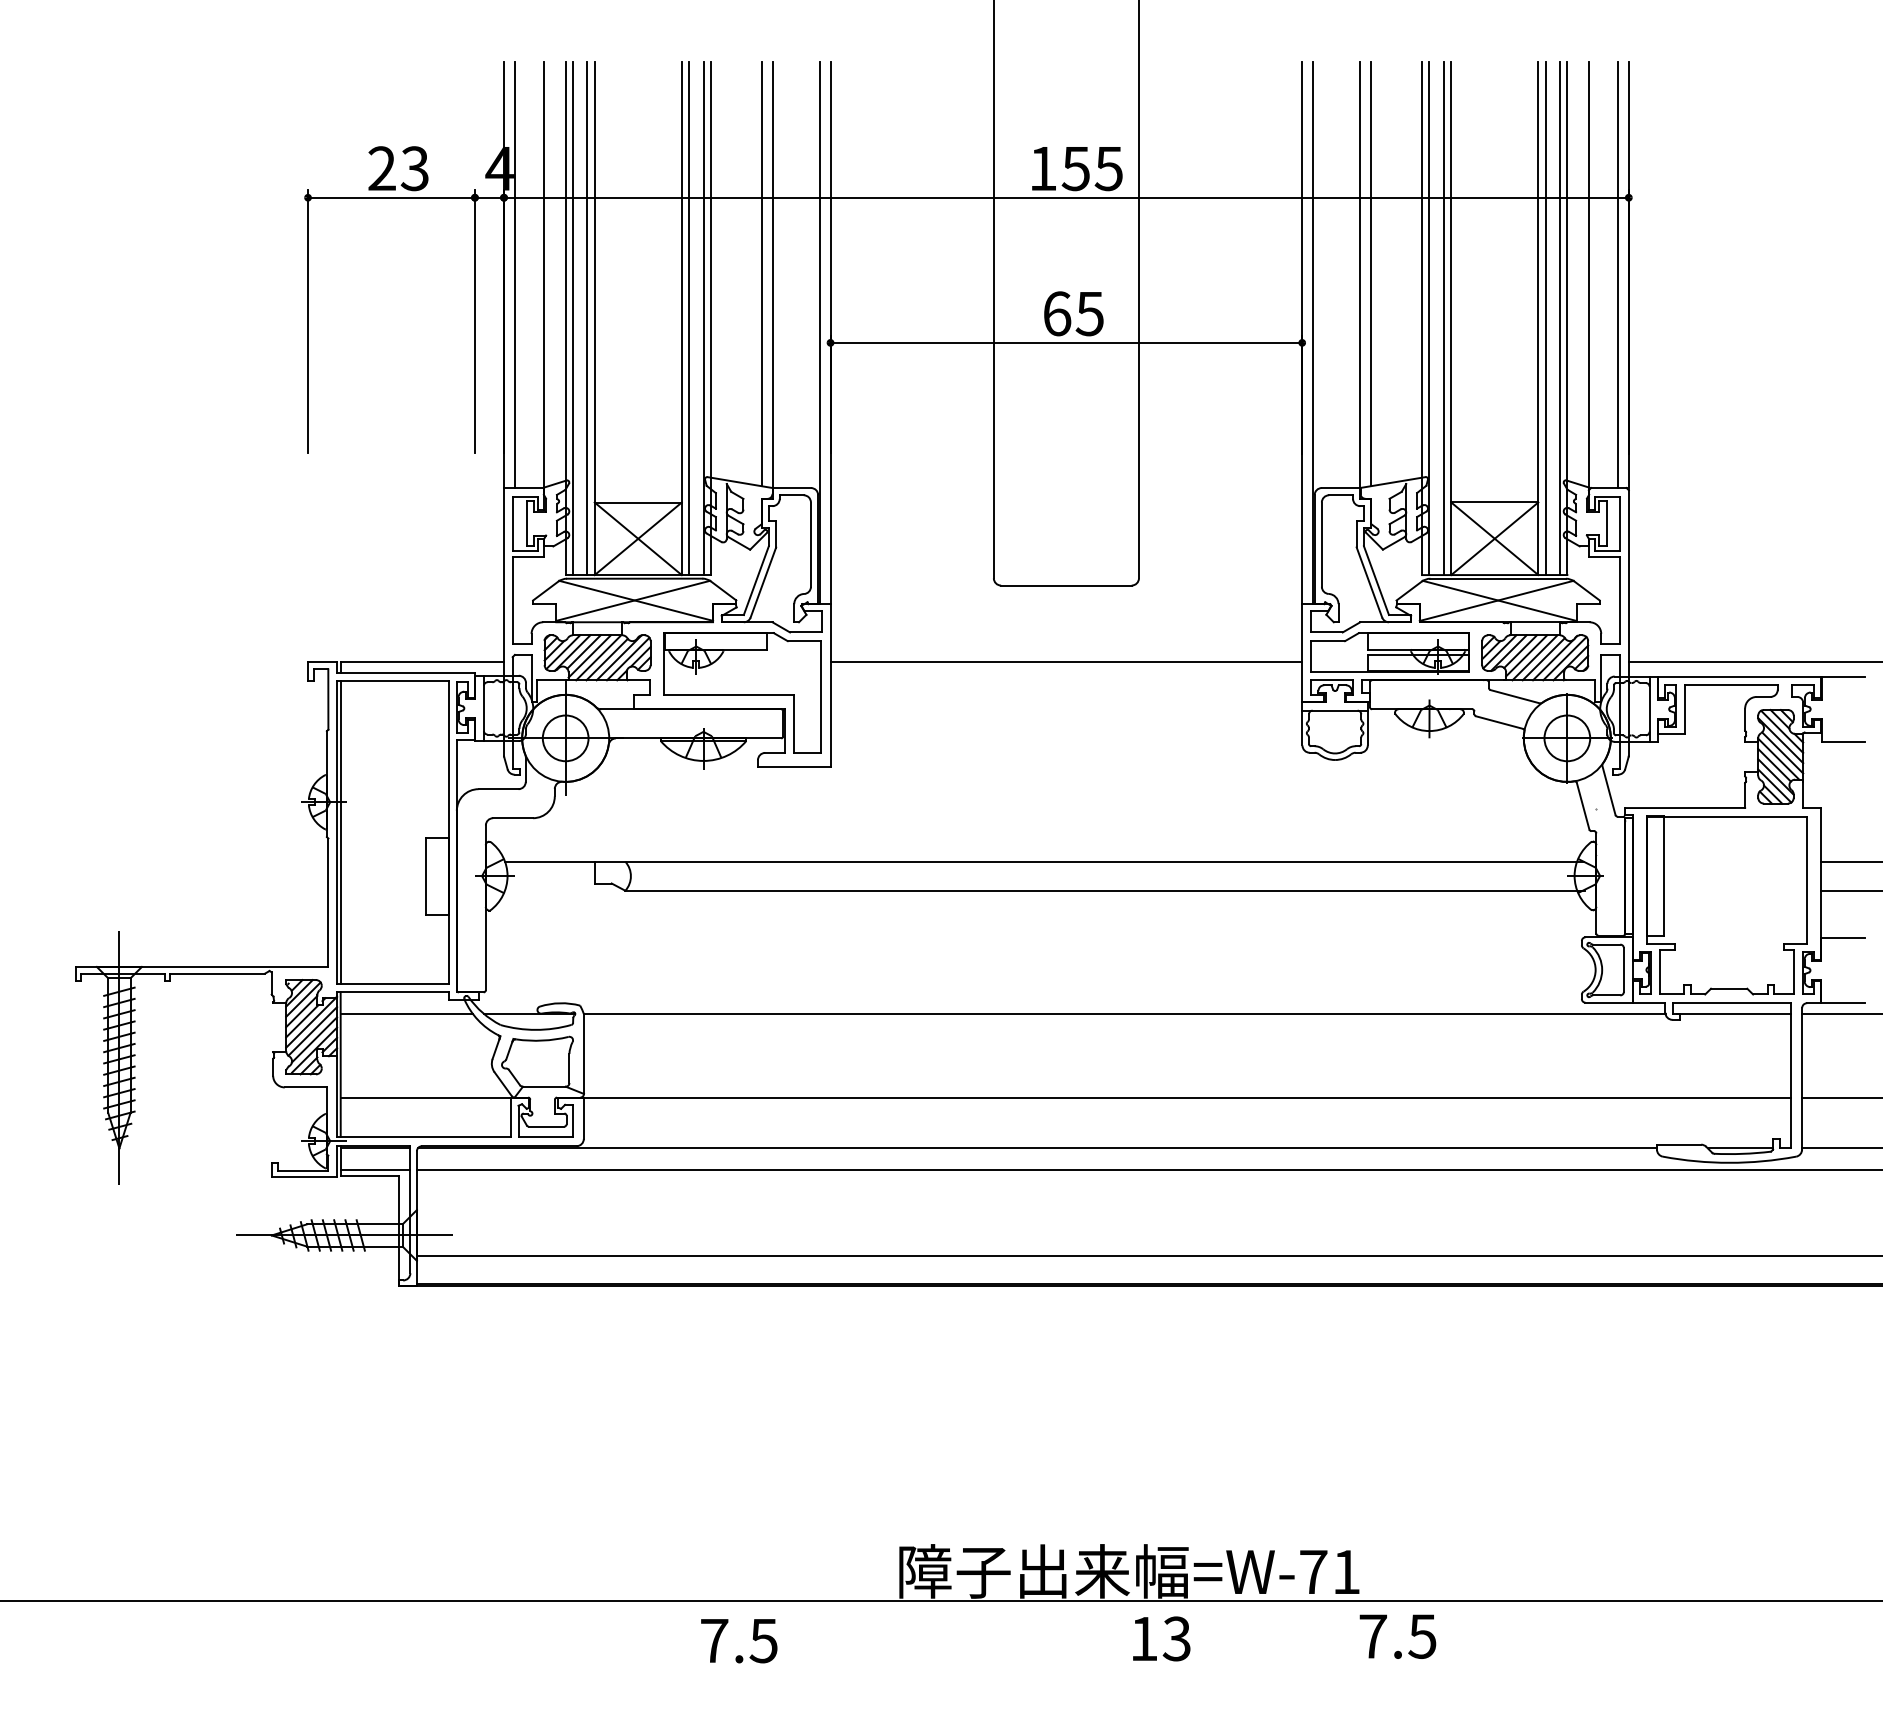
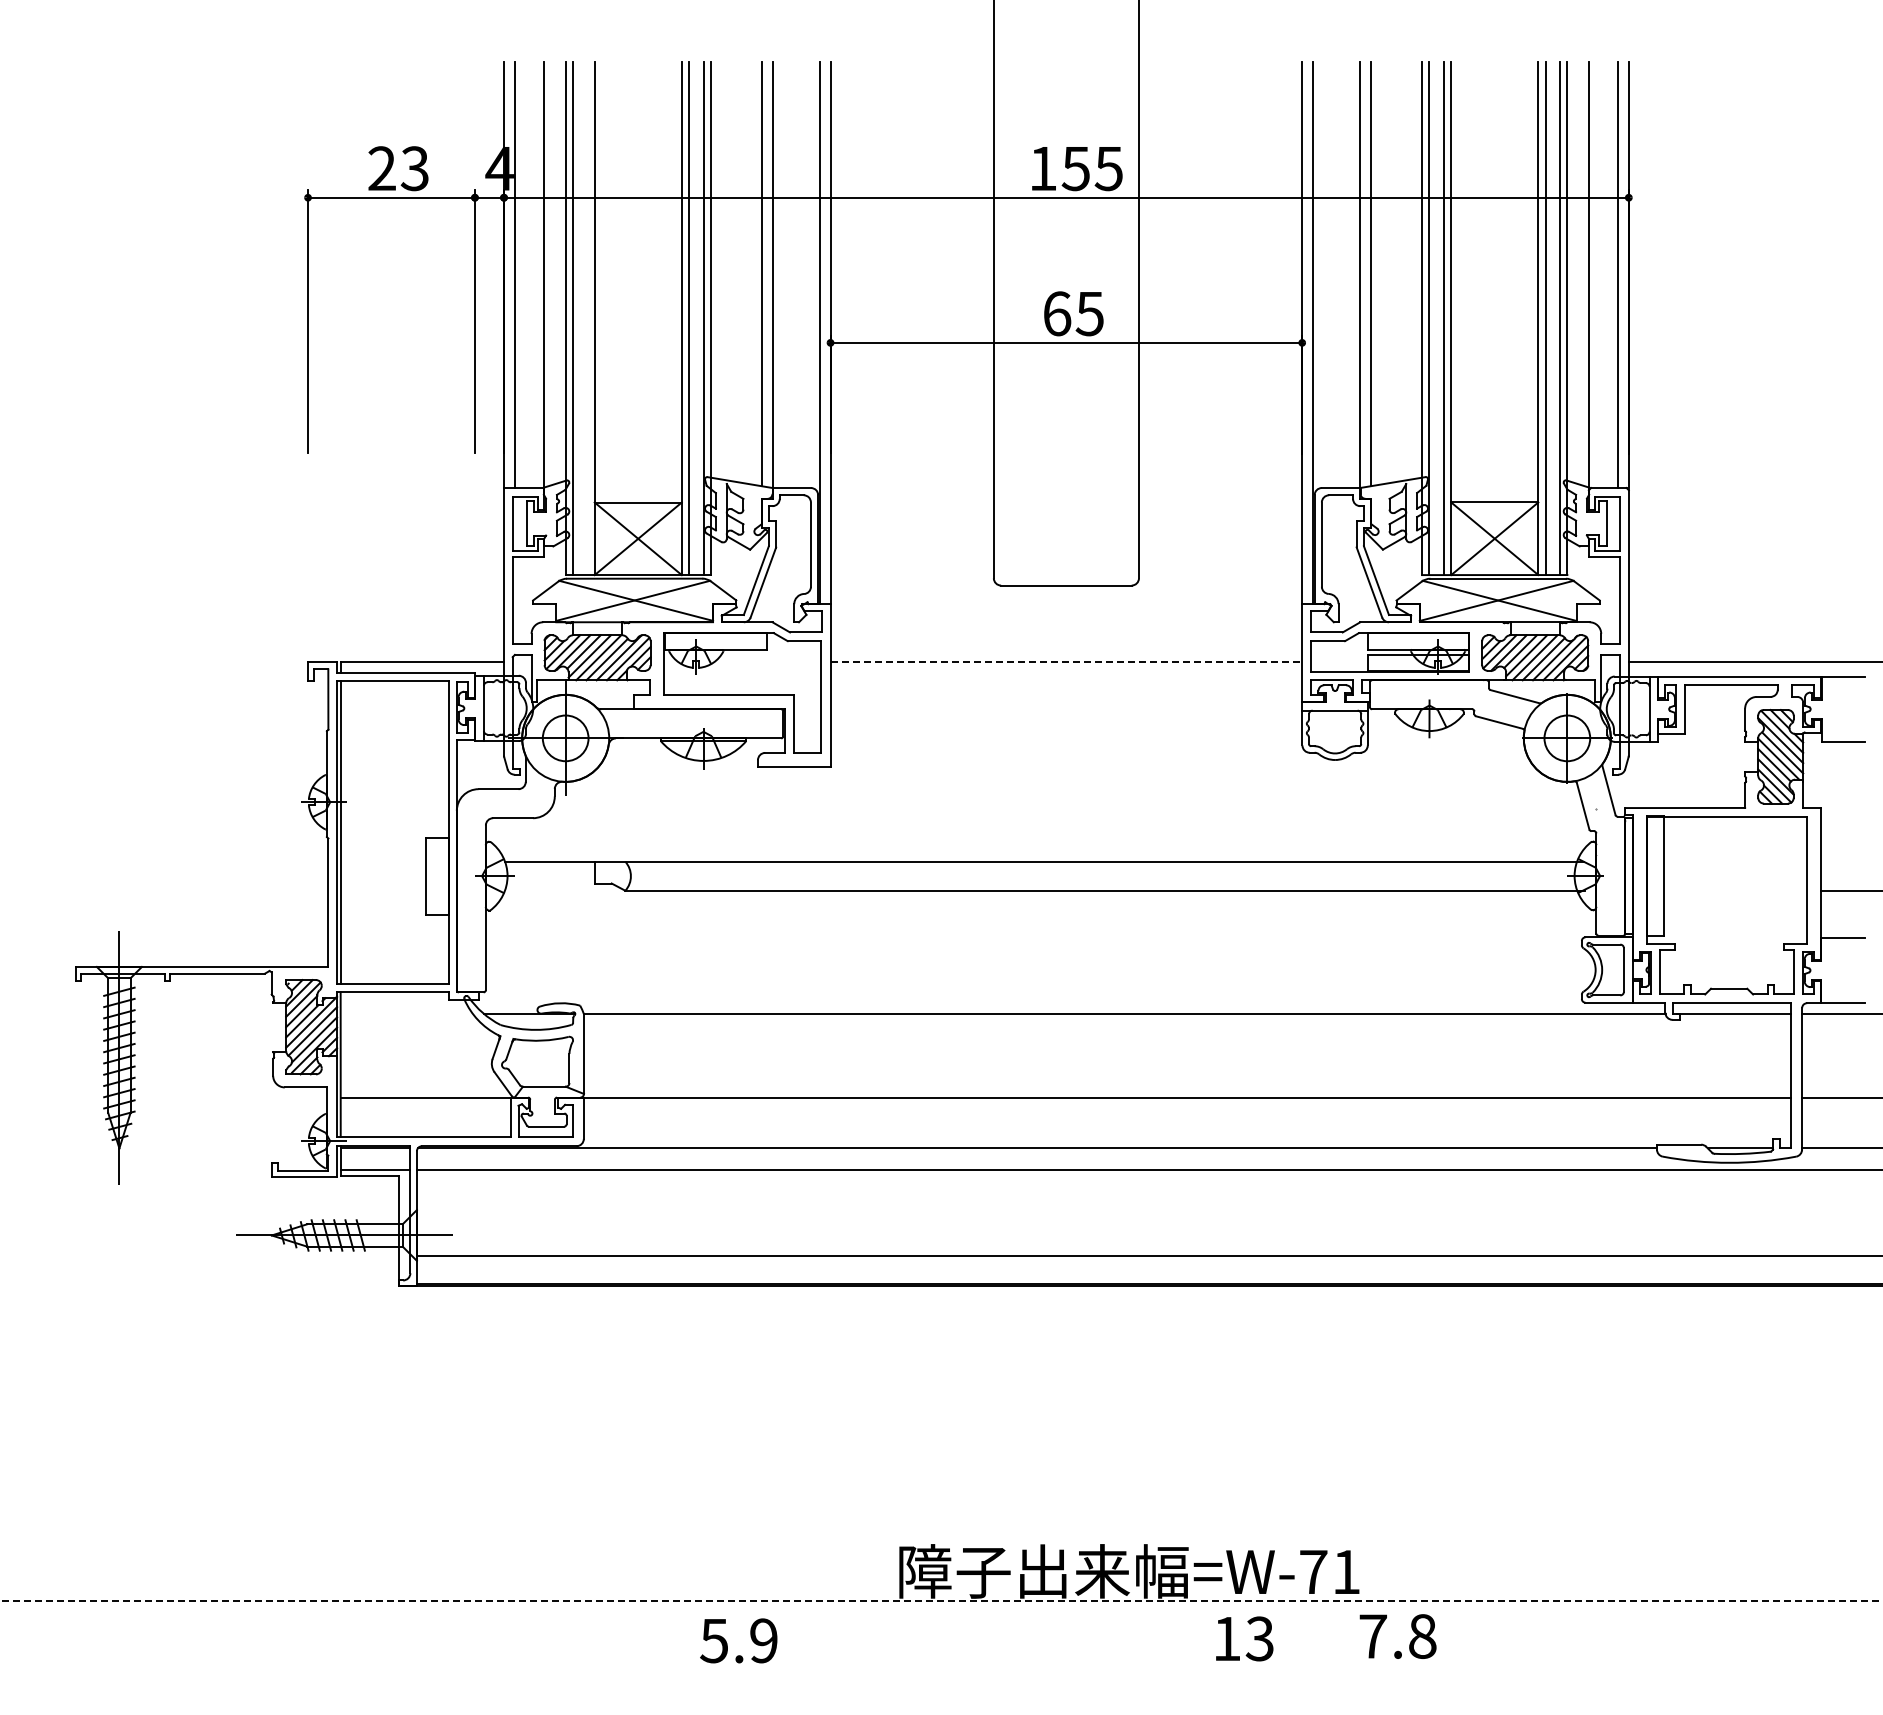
line at (587, 318): present -> none
line at (1066, 662): solid -> dashed
line at (1850, 861): present -> none
line at (406, 1014): present -> none
line at (941, 1601): solid -> dashed
text at (1422, 1636): 7.5 -> 7.8
text at (1161, 1638) position: (1161, 1638) -> (1244, 1638)
text at (738, 1640): 7.5 -> 5.9
